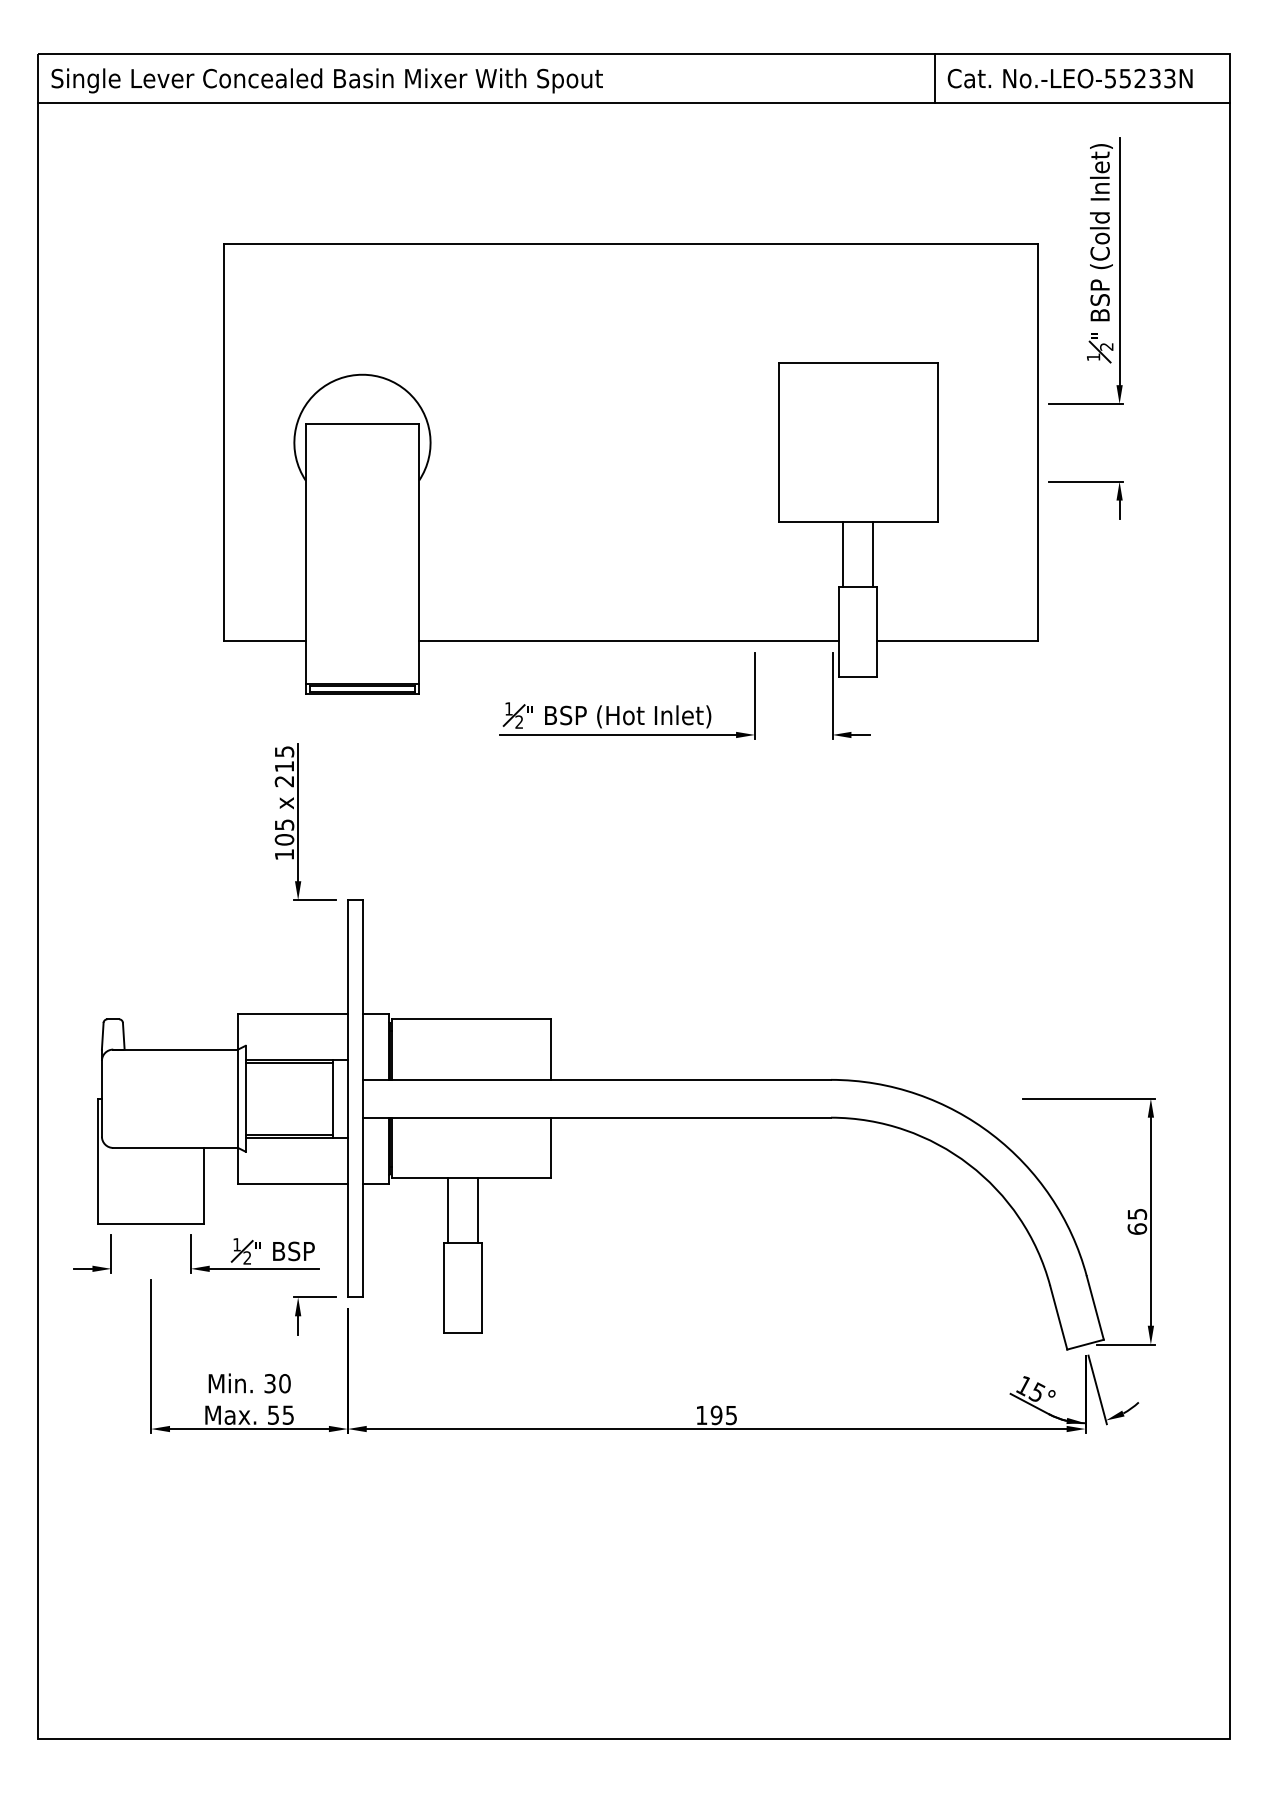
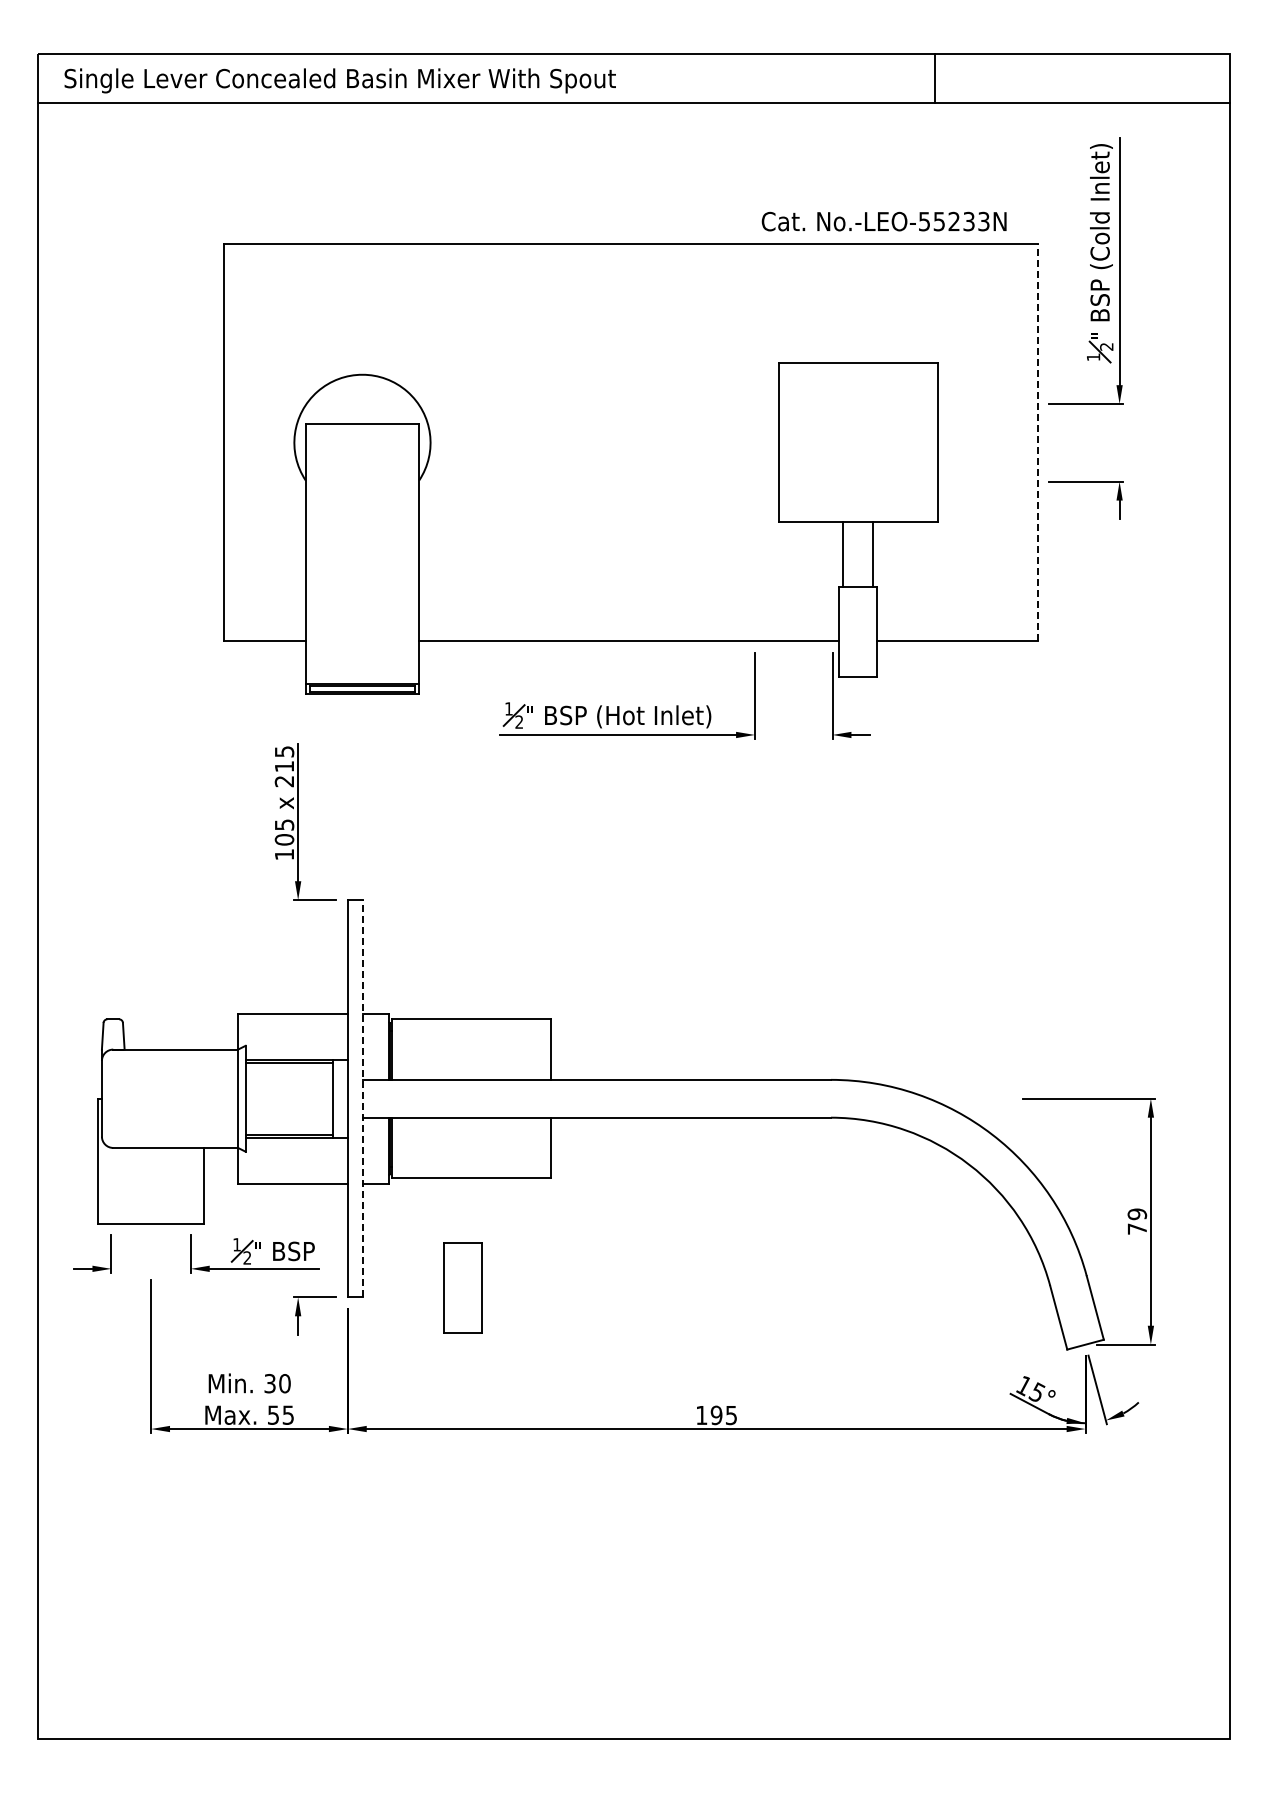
text at (1069, 78) position: (1069, 78) -> (883, 221)
text at (326, 80) position: (326, 80) -> (339, 80)
line at (1037, 442): solid -> dashed
line at (362, 1098): solid -> dashed
line at (447, 1210): present -> none
line at (478, 1210): present -> none
text at (1137, 1221): 65 -> 79
